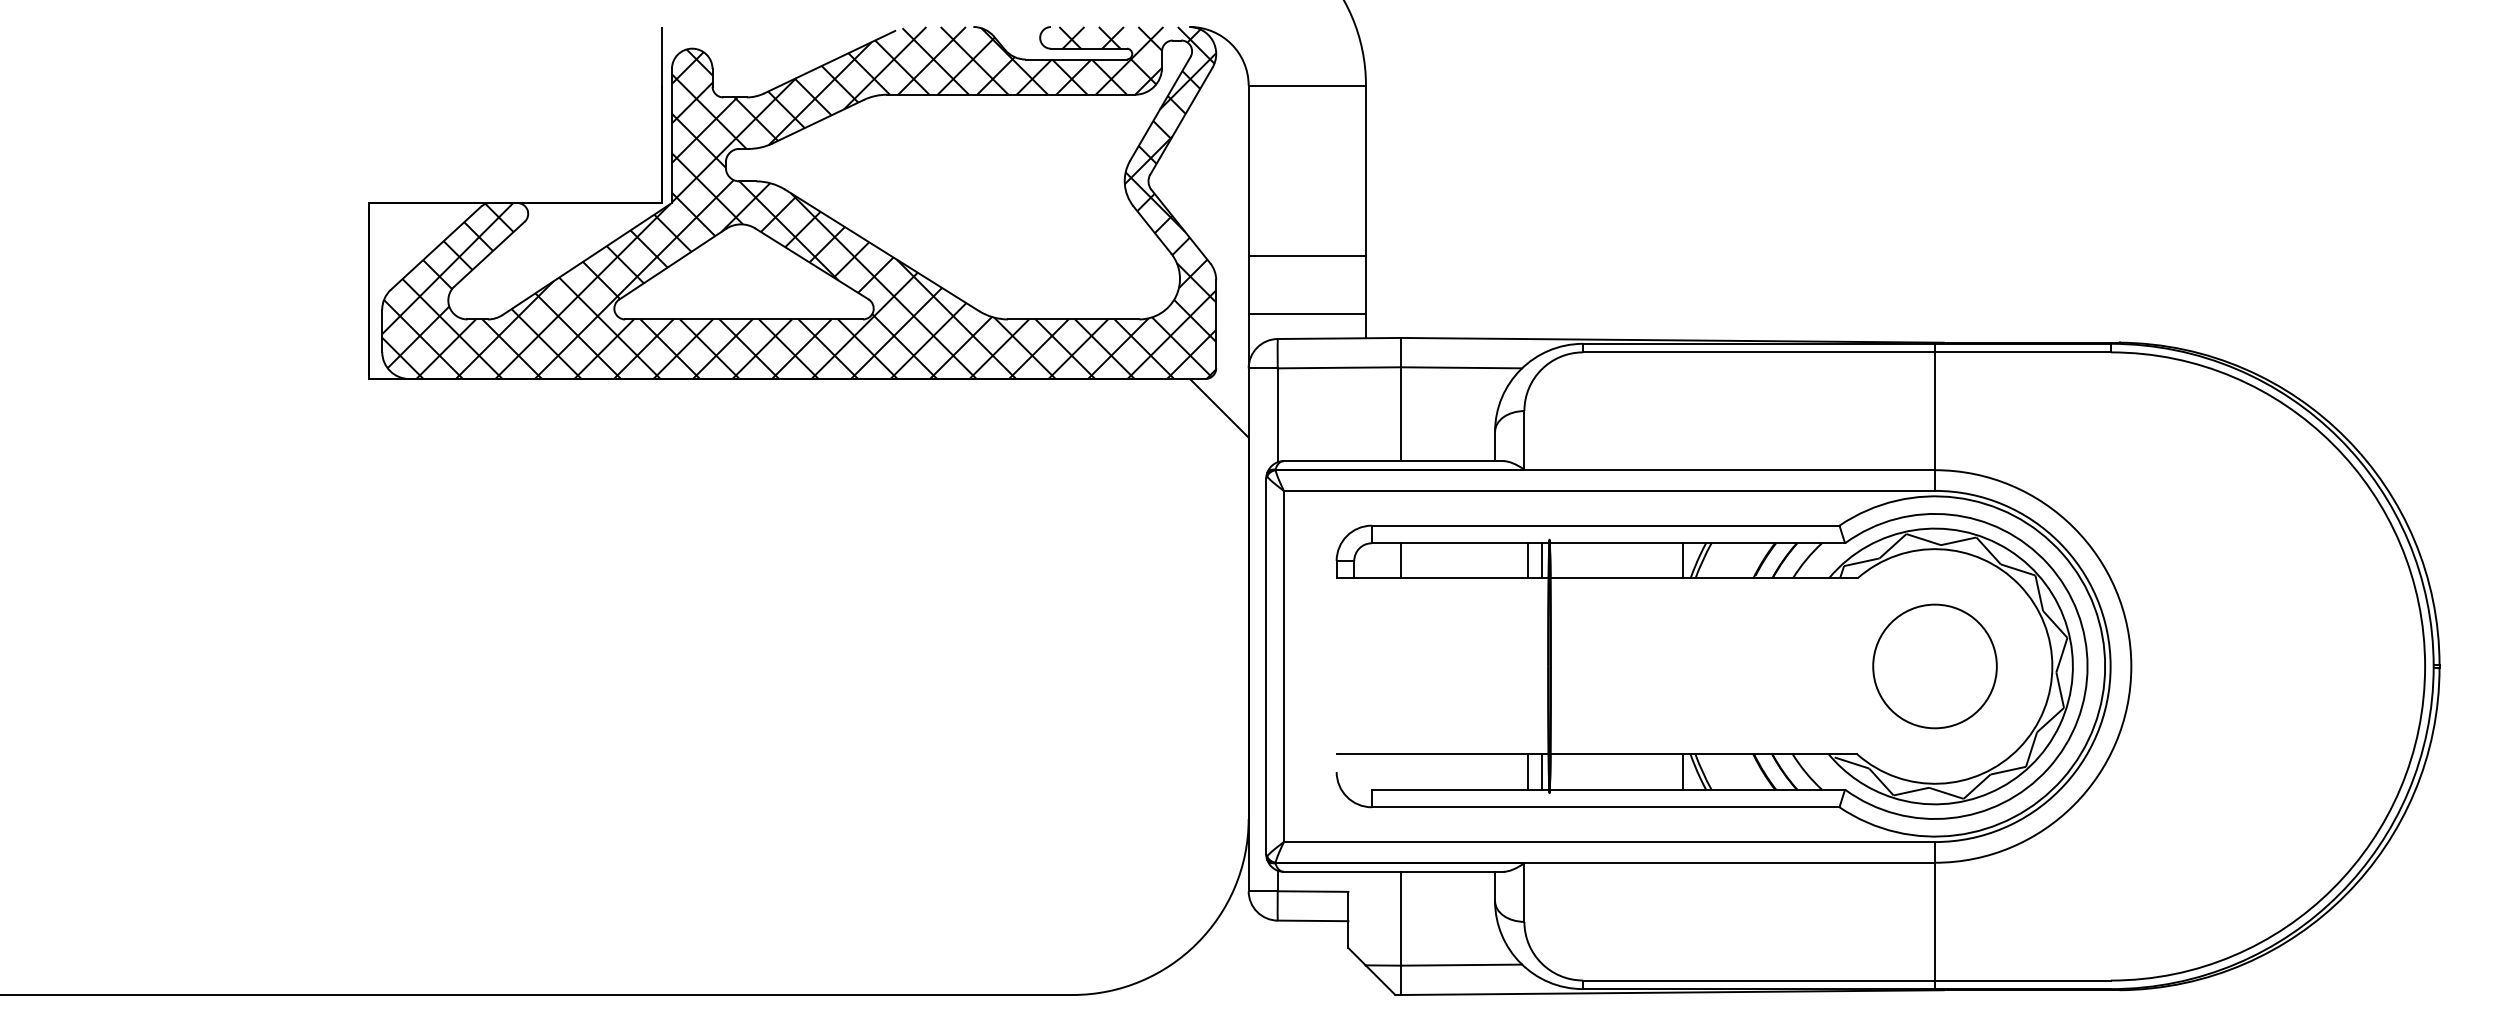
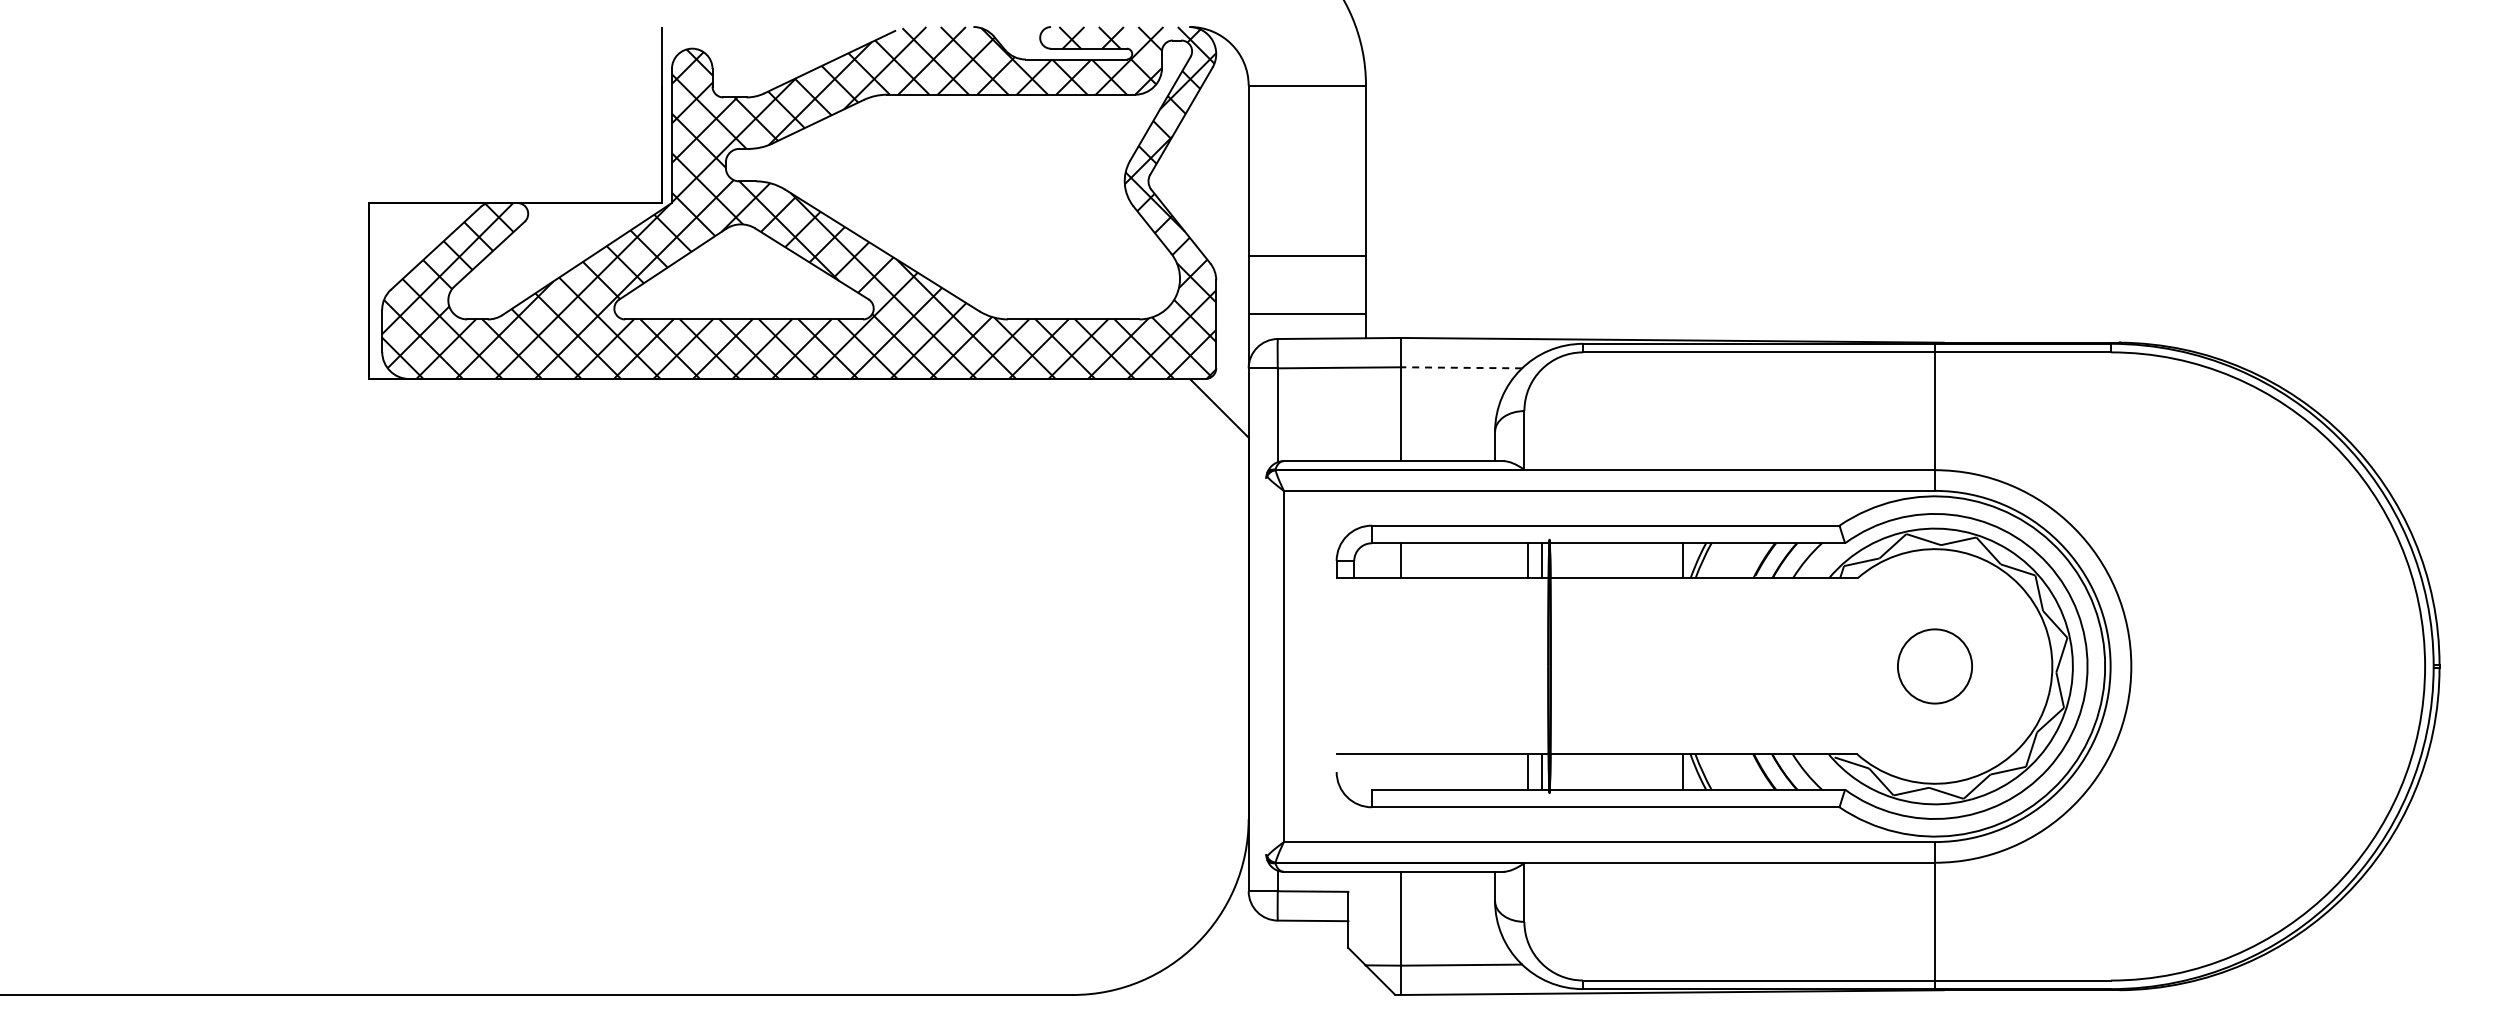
line at (1461, 367): solid -> dashed
line at (1266, 666): present -> none
circle at (1934, 666) size: 126x127 px -> 76x77 px
